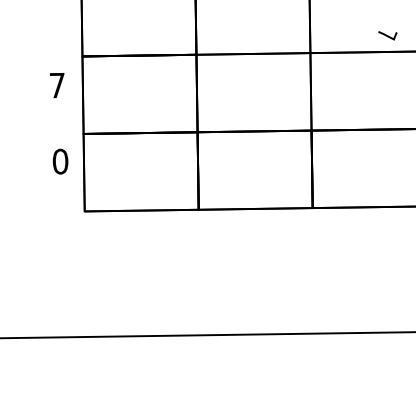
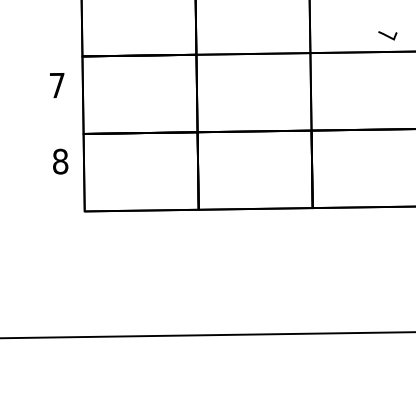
text at (60, 161): 0 -> 8
